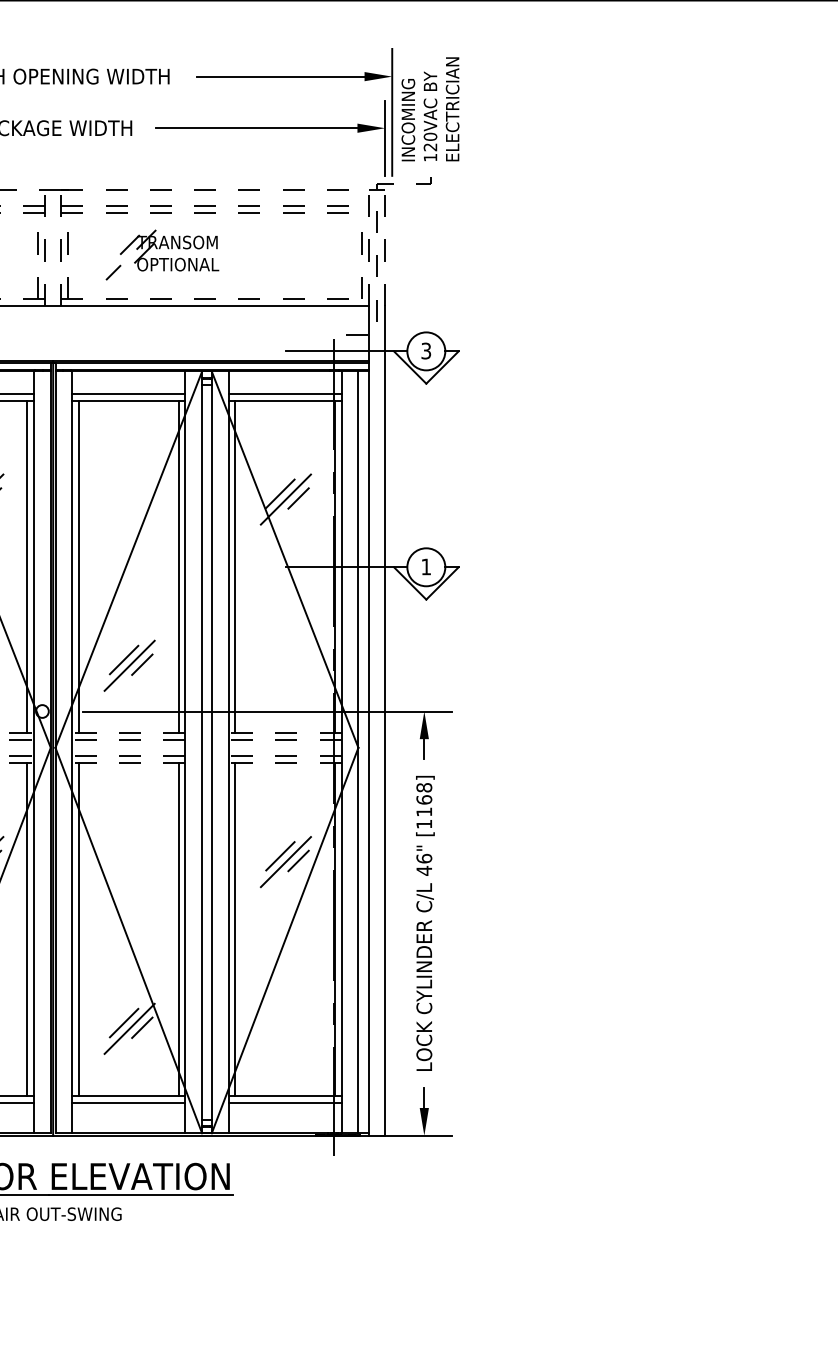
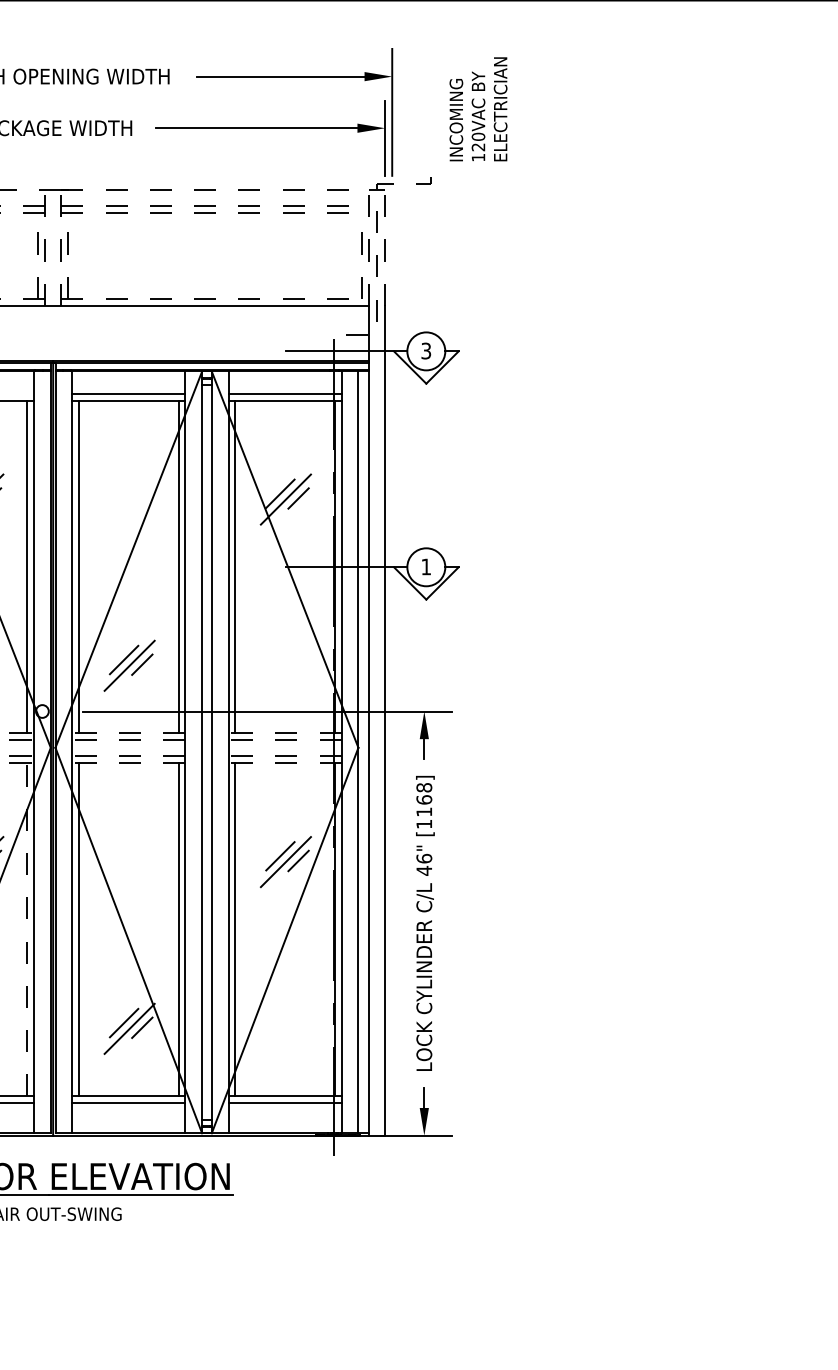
text at (430, 109) position: (430, 109) -> (478, 109)
part at (162, 254): present -> none
line at (18, 393): present -> none
line at (27, 929): solid -> dashed
